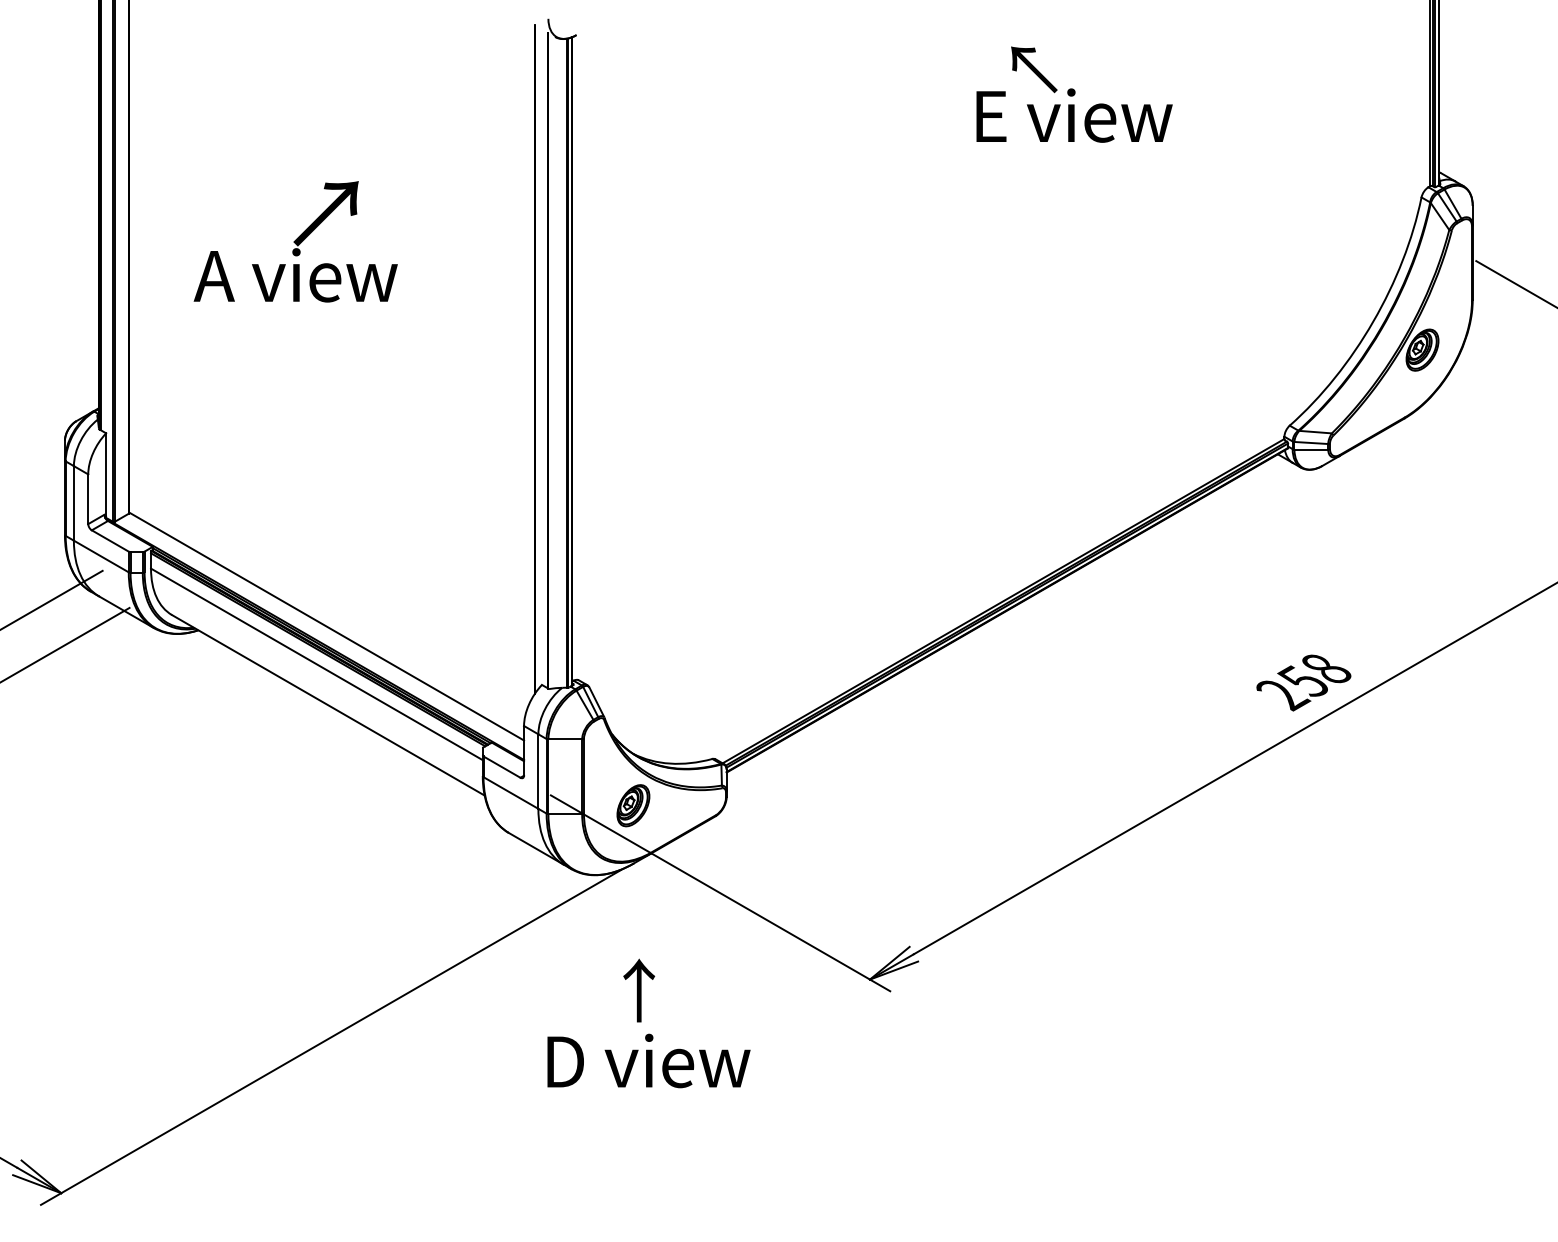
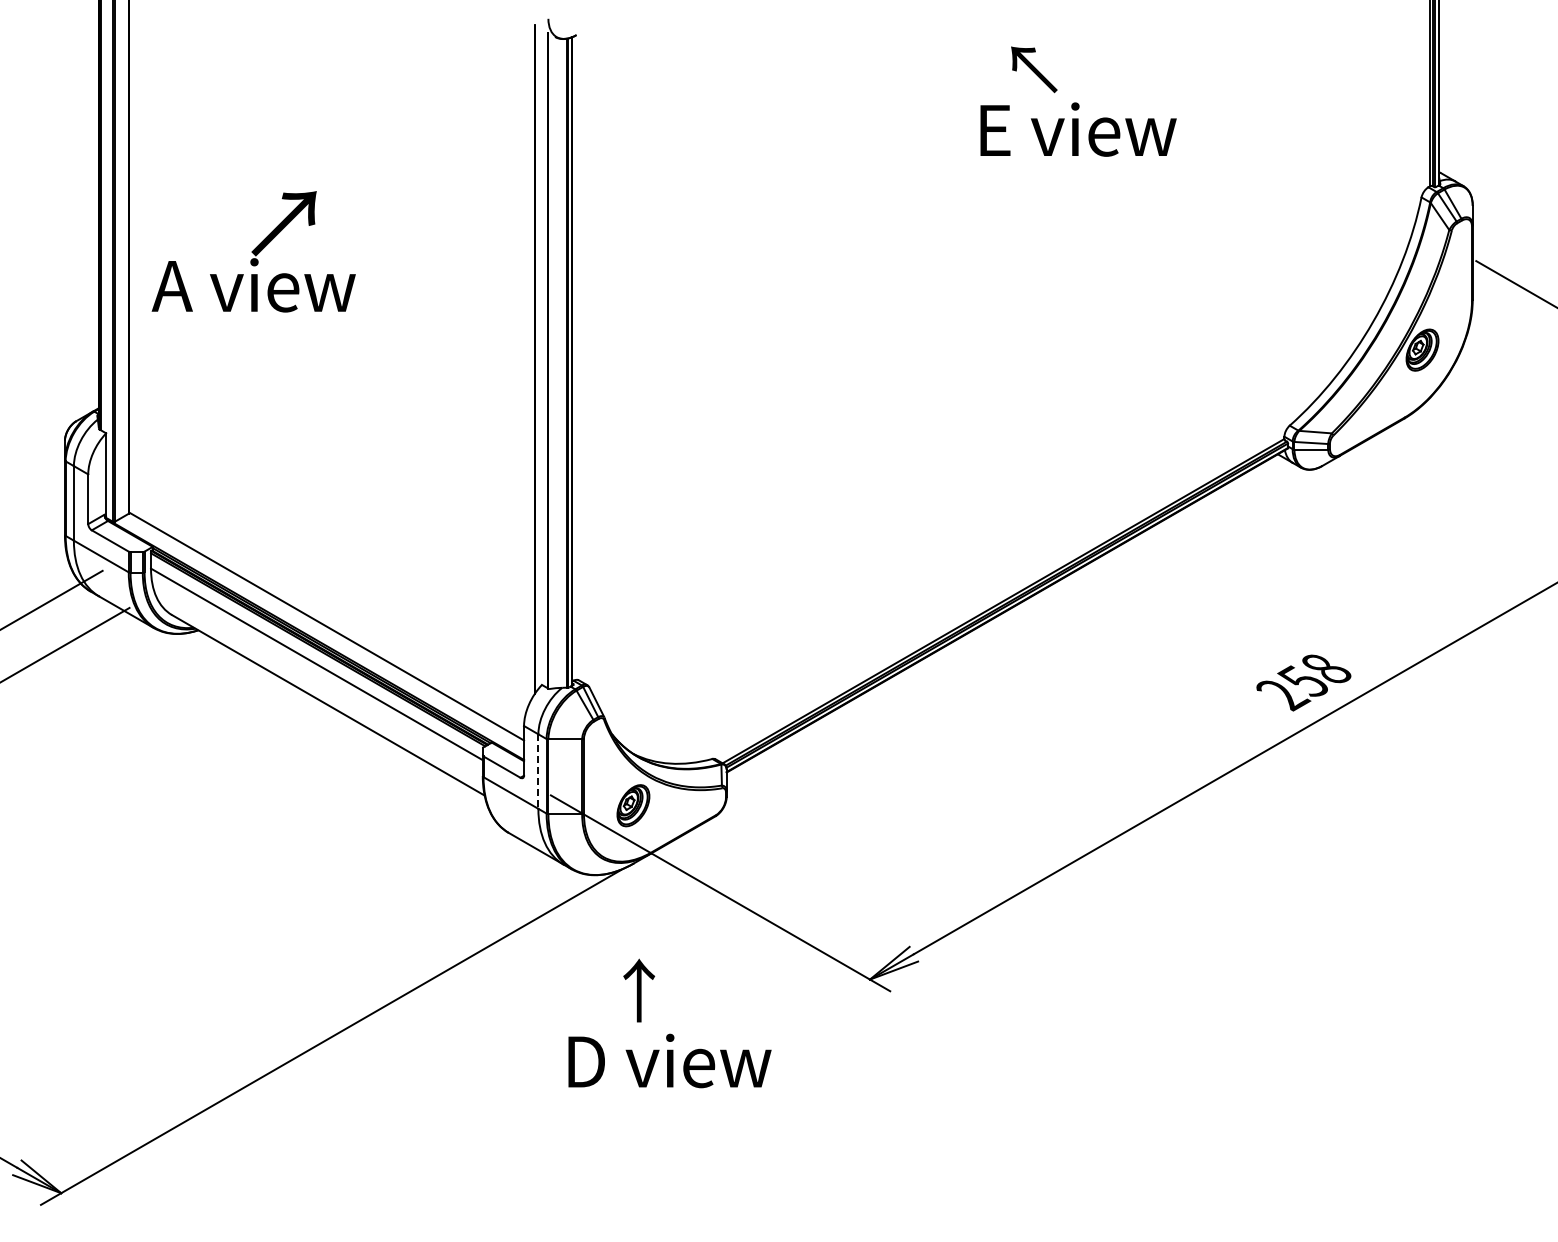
text at (1074, 115) position: (1074, 115) -> (1078, 129)
text at (295, 241) position: (295, 241) -> (253, 251)
line at (538, 772): solid -> dashed
text at (648, 1060) position: (648, 1060) -> (669, 1060)
